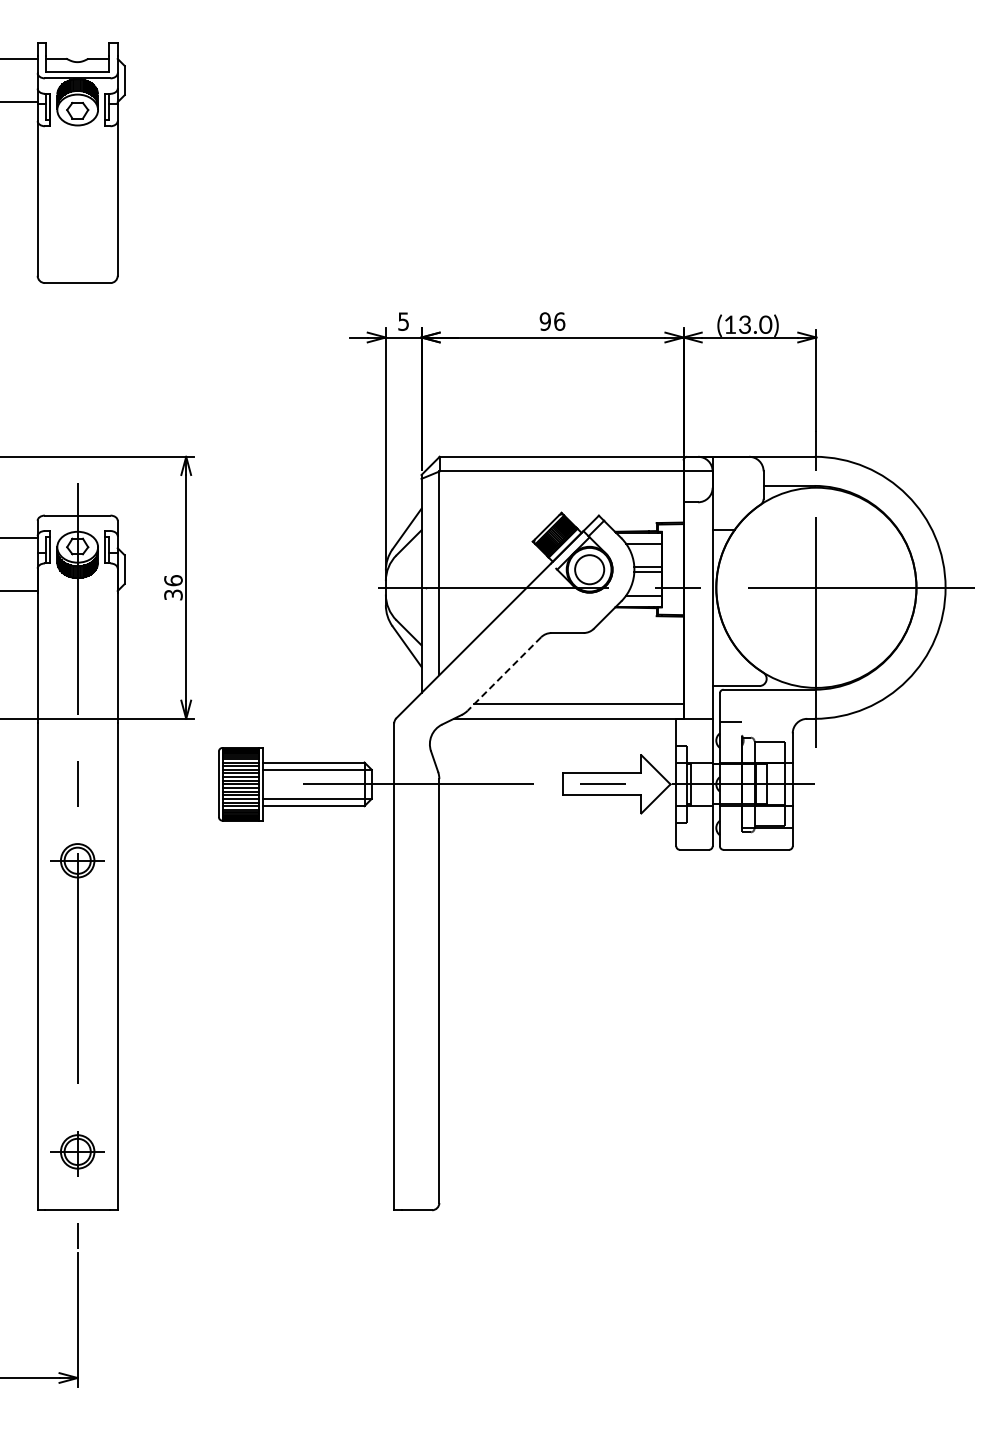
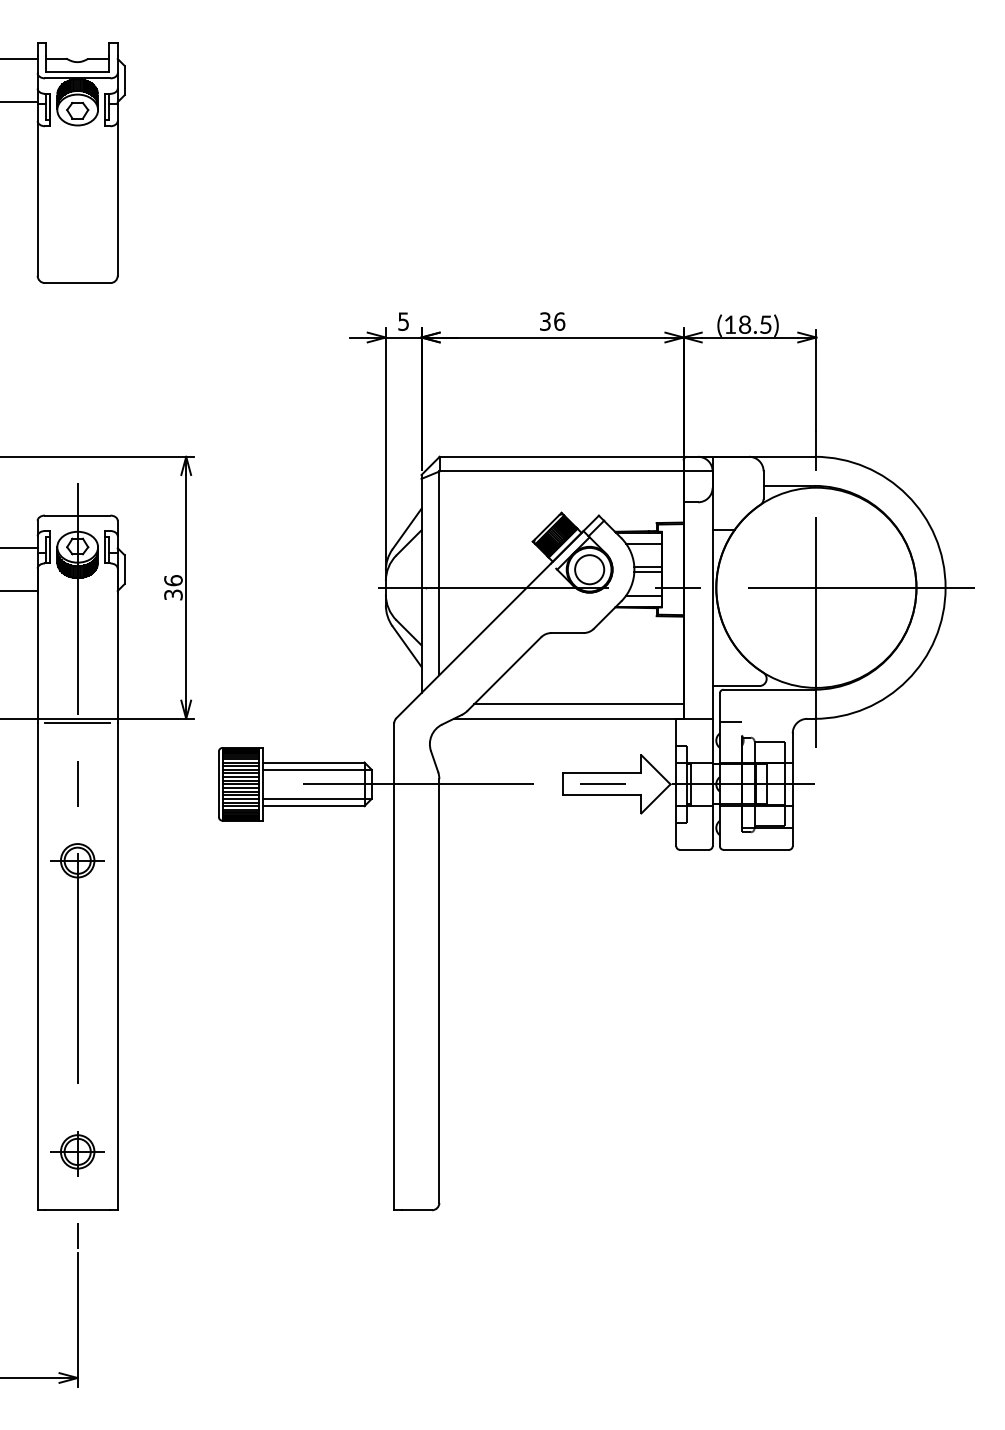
text at (544, 321): 96 -> 36
text at (755, 324): (13.0) -> (18.5)
line at (19, 537) position: (19, 537) -> (19, 547)
line at (504, 674): dashed -> solid
line at (77, 723): none -> present
